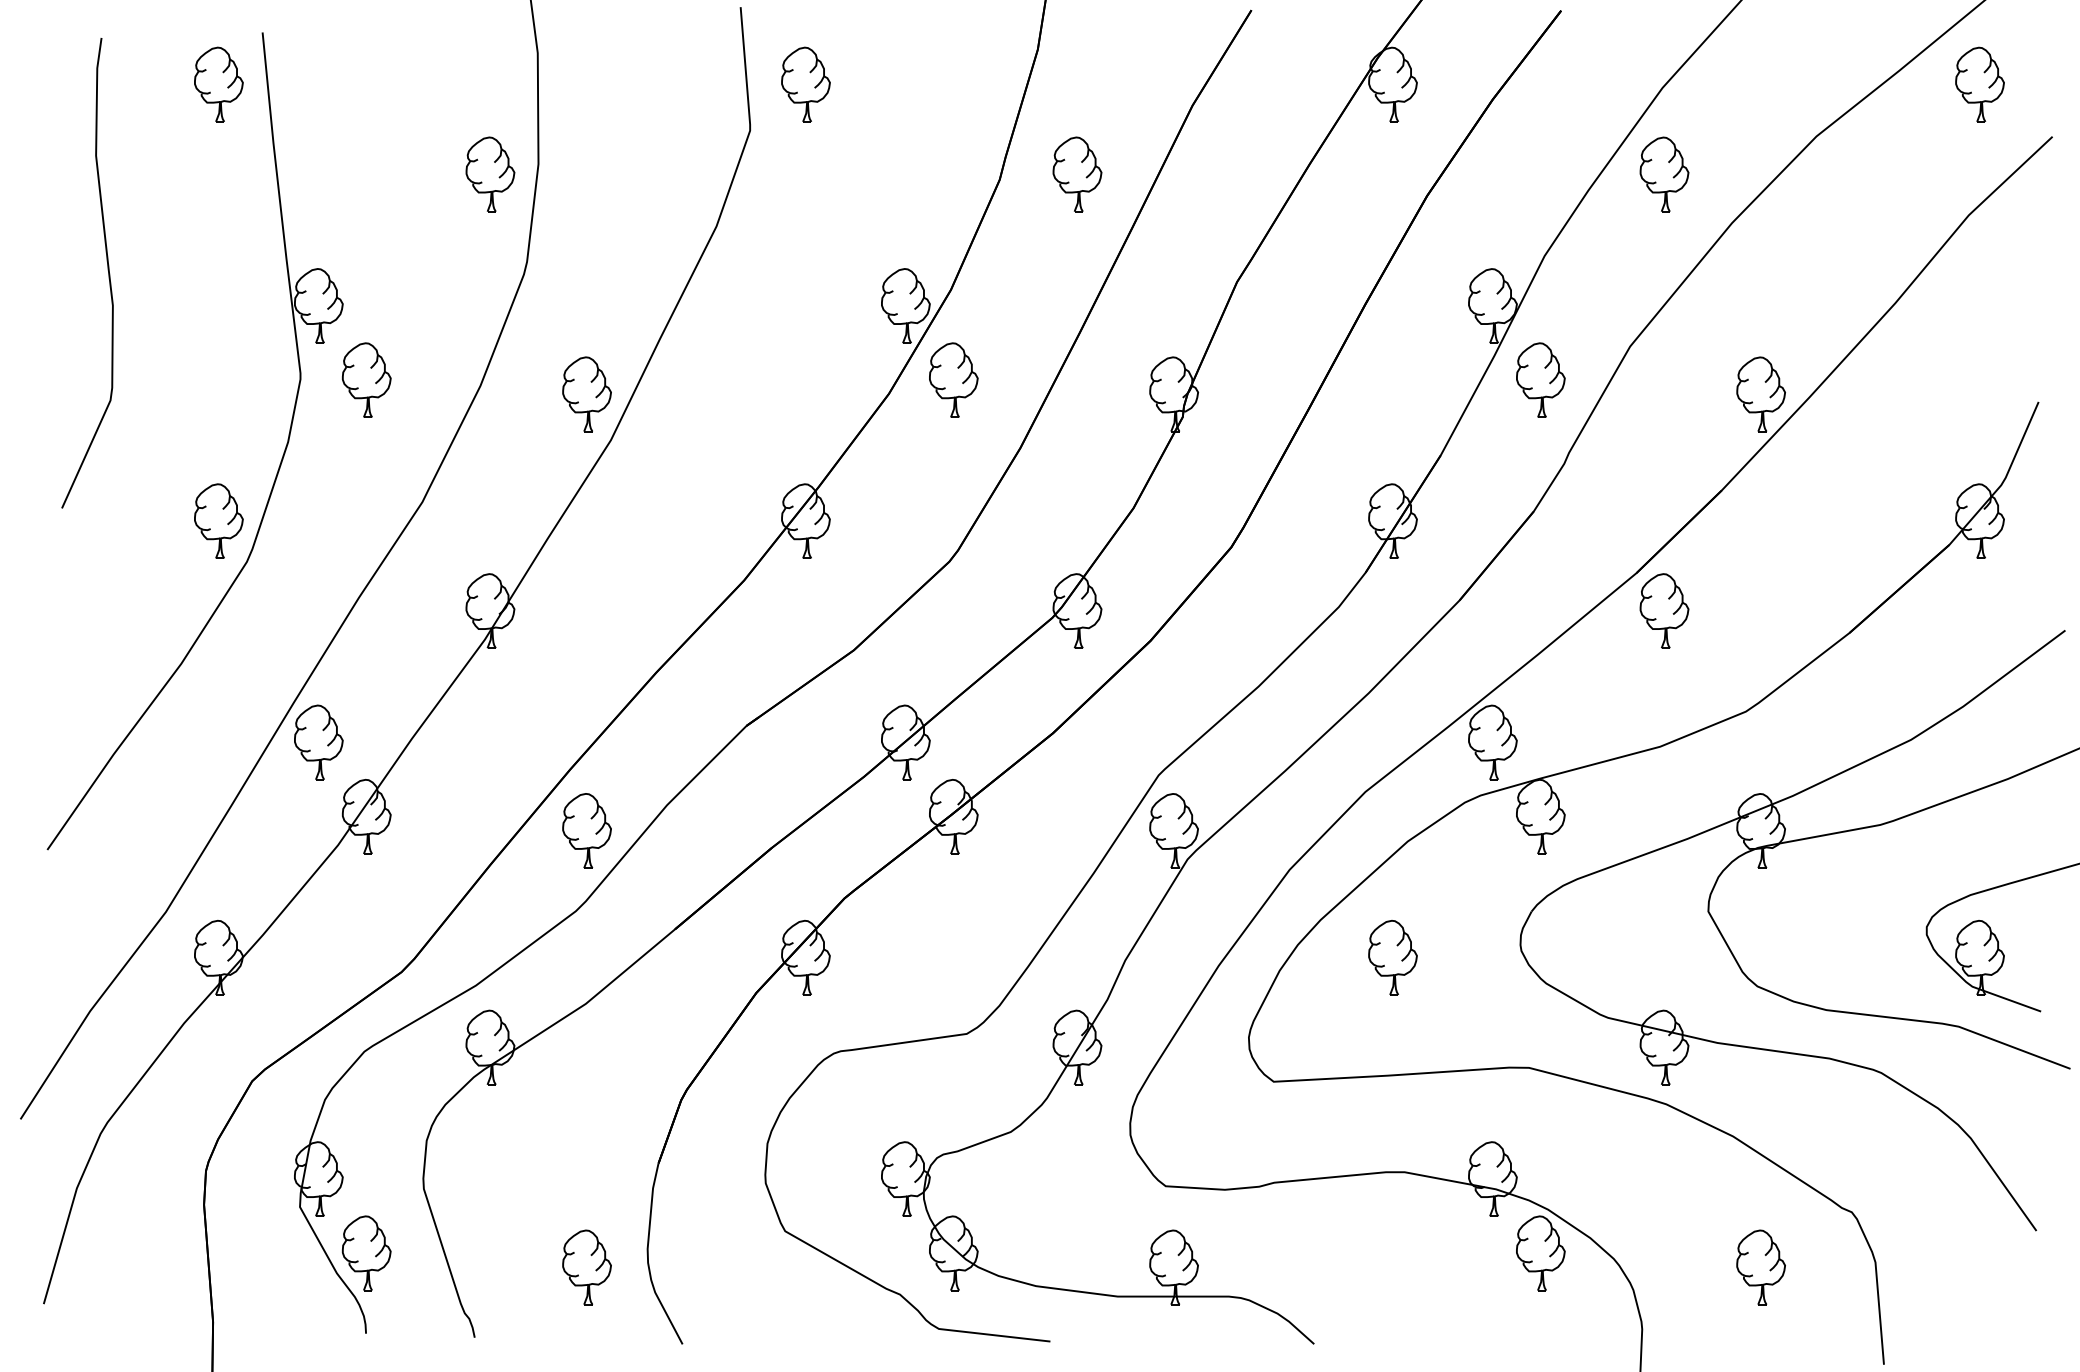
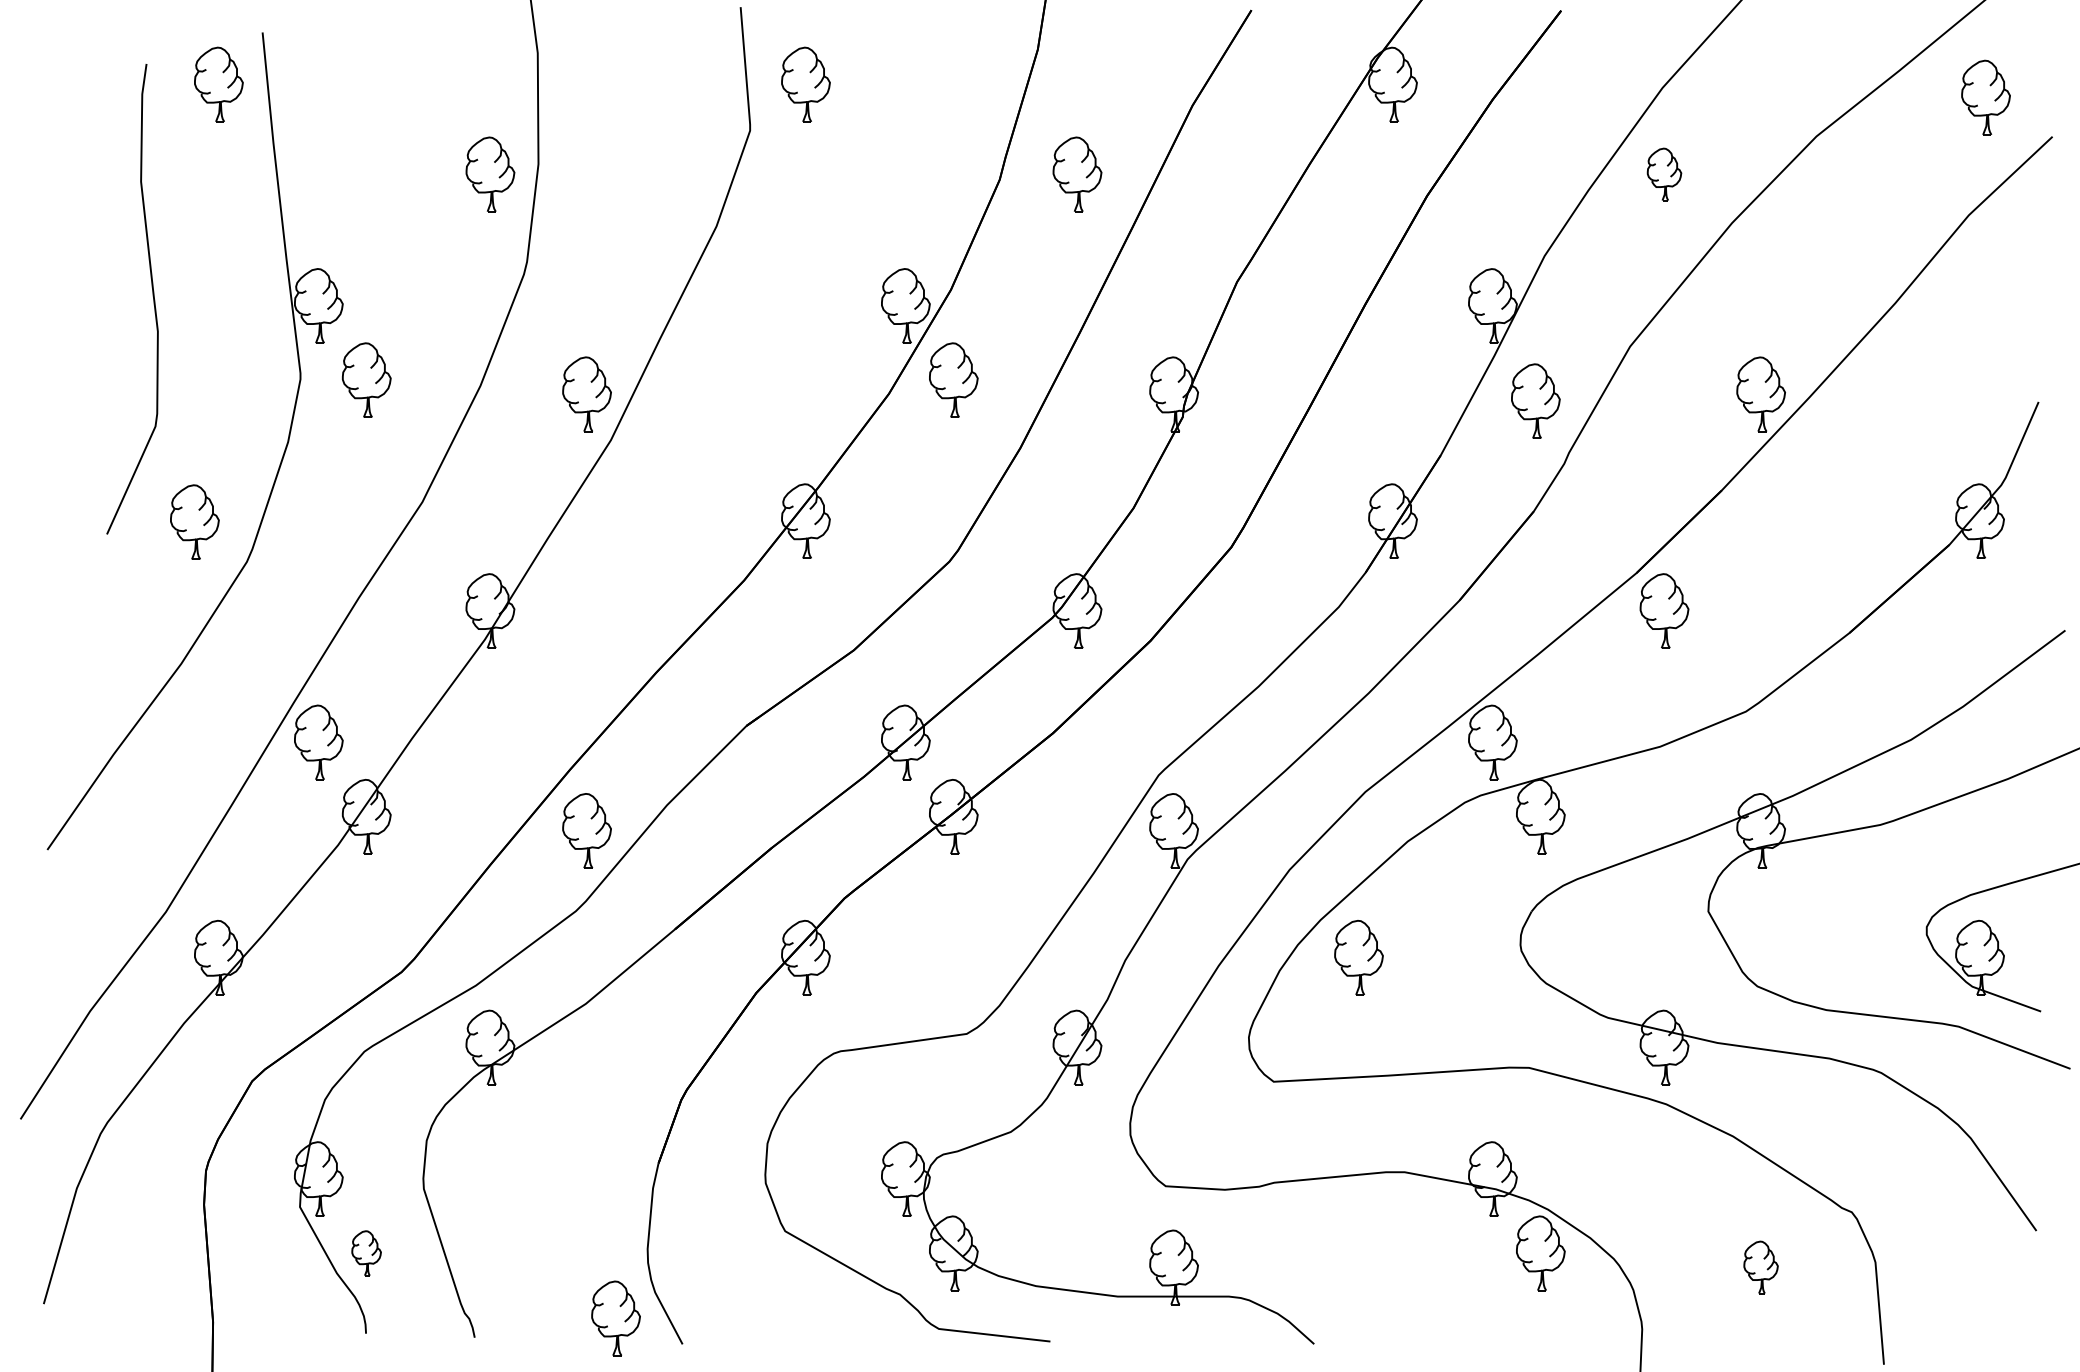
part at (1979, 84) position: (1979, 84) -> (1985, 97)
part at (1664, 174) size: 51x77 px -> 37x55 px
curve at (107, 270) position: (107, 270) -> (152, 296)
part at (1540, 379) position: (1540, 379) -> (1535, 400)
part at (218, 520) position: (218, 520) -> (194, 521)
part at (1392, 957) position: (1392, 957) -> (1358, 957)
part at (366, 1253) size: 51x77 px -> 31x47 px
part at (586, 1267) position: (586, 1267) -> (615, 1318)
part at (1760, 1267) size: 50x77 px -> 36x55 px
